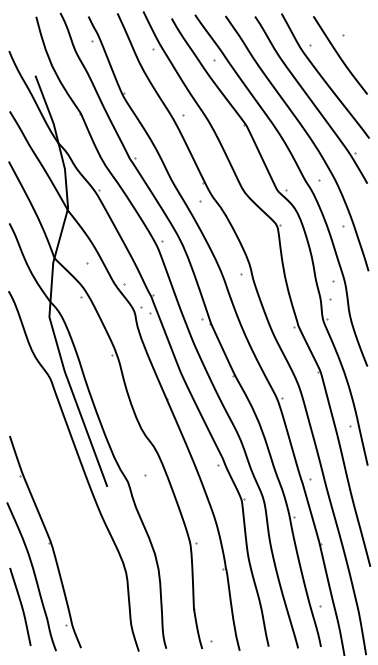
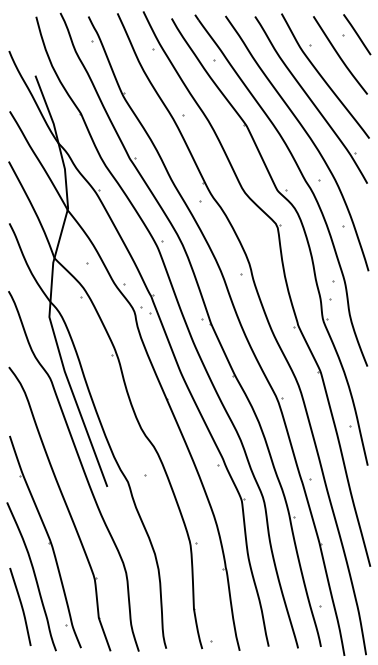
line at (357, 34): none -> present
part at (65, 505): none -> present
